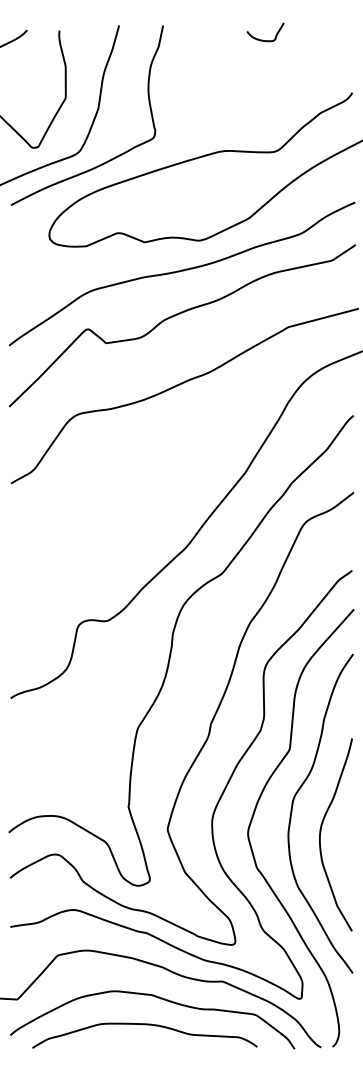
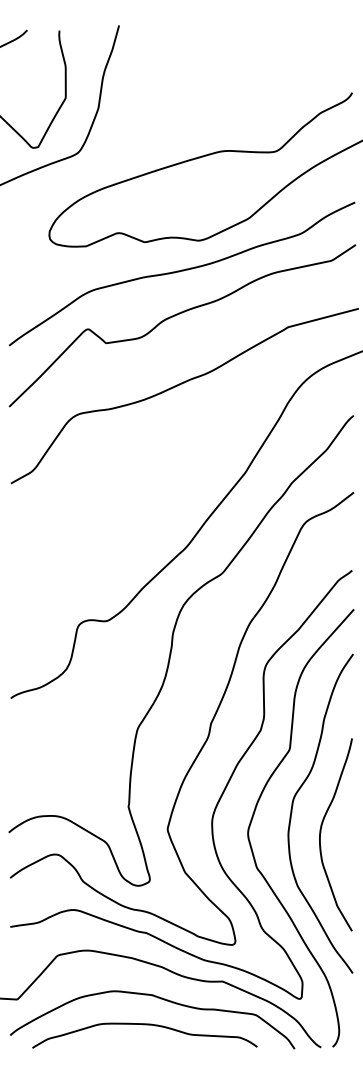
curve at (262, 39): present -> none
curve at (109, 159): present -> none
